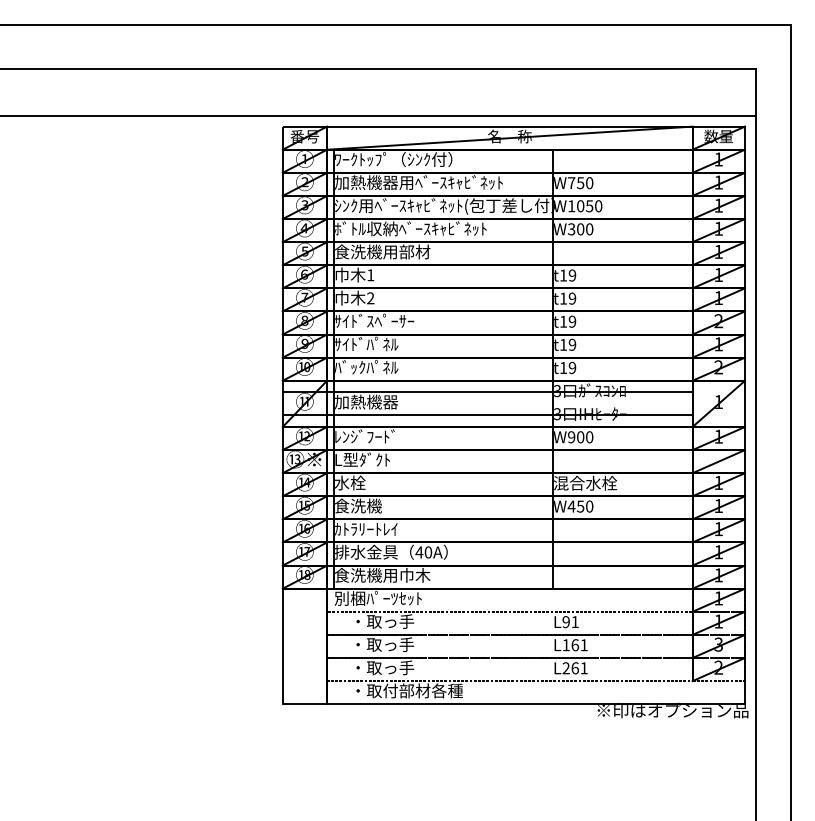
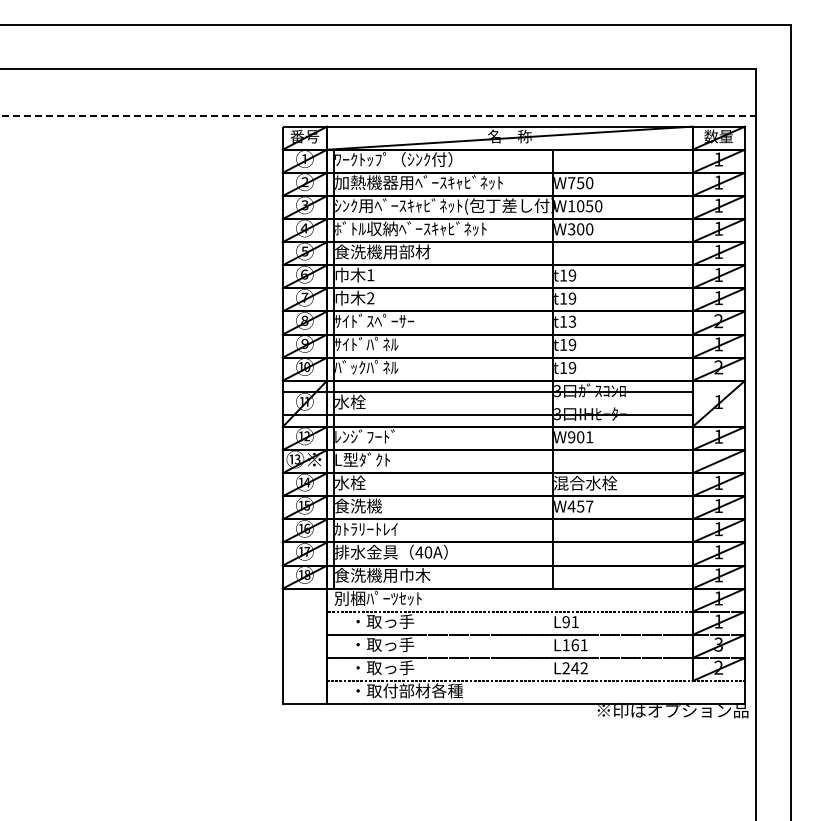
line at (378, 116): solid -> dashed
text at (572, 321): t19 -> t13
text at (366, 401): 加熱機器 -> 水栓
text at (589, 437): W900 -> W901
text at (589, 506): W450 -> W457
text at (579, 668): L261 -> L242
